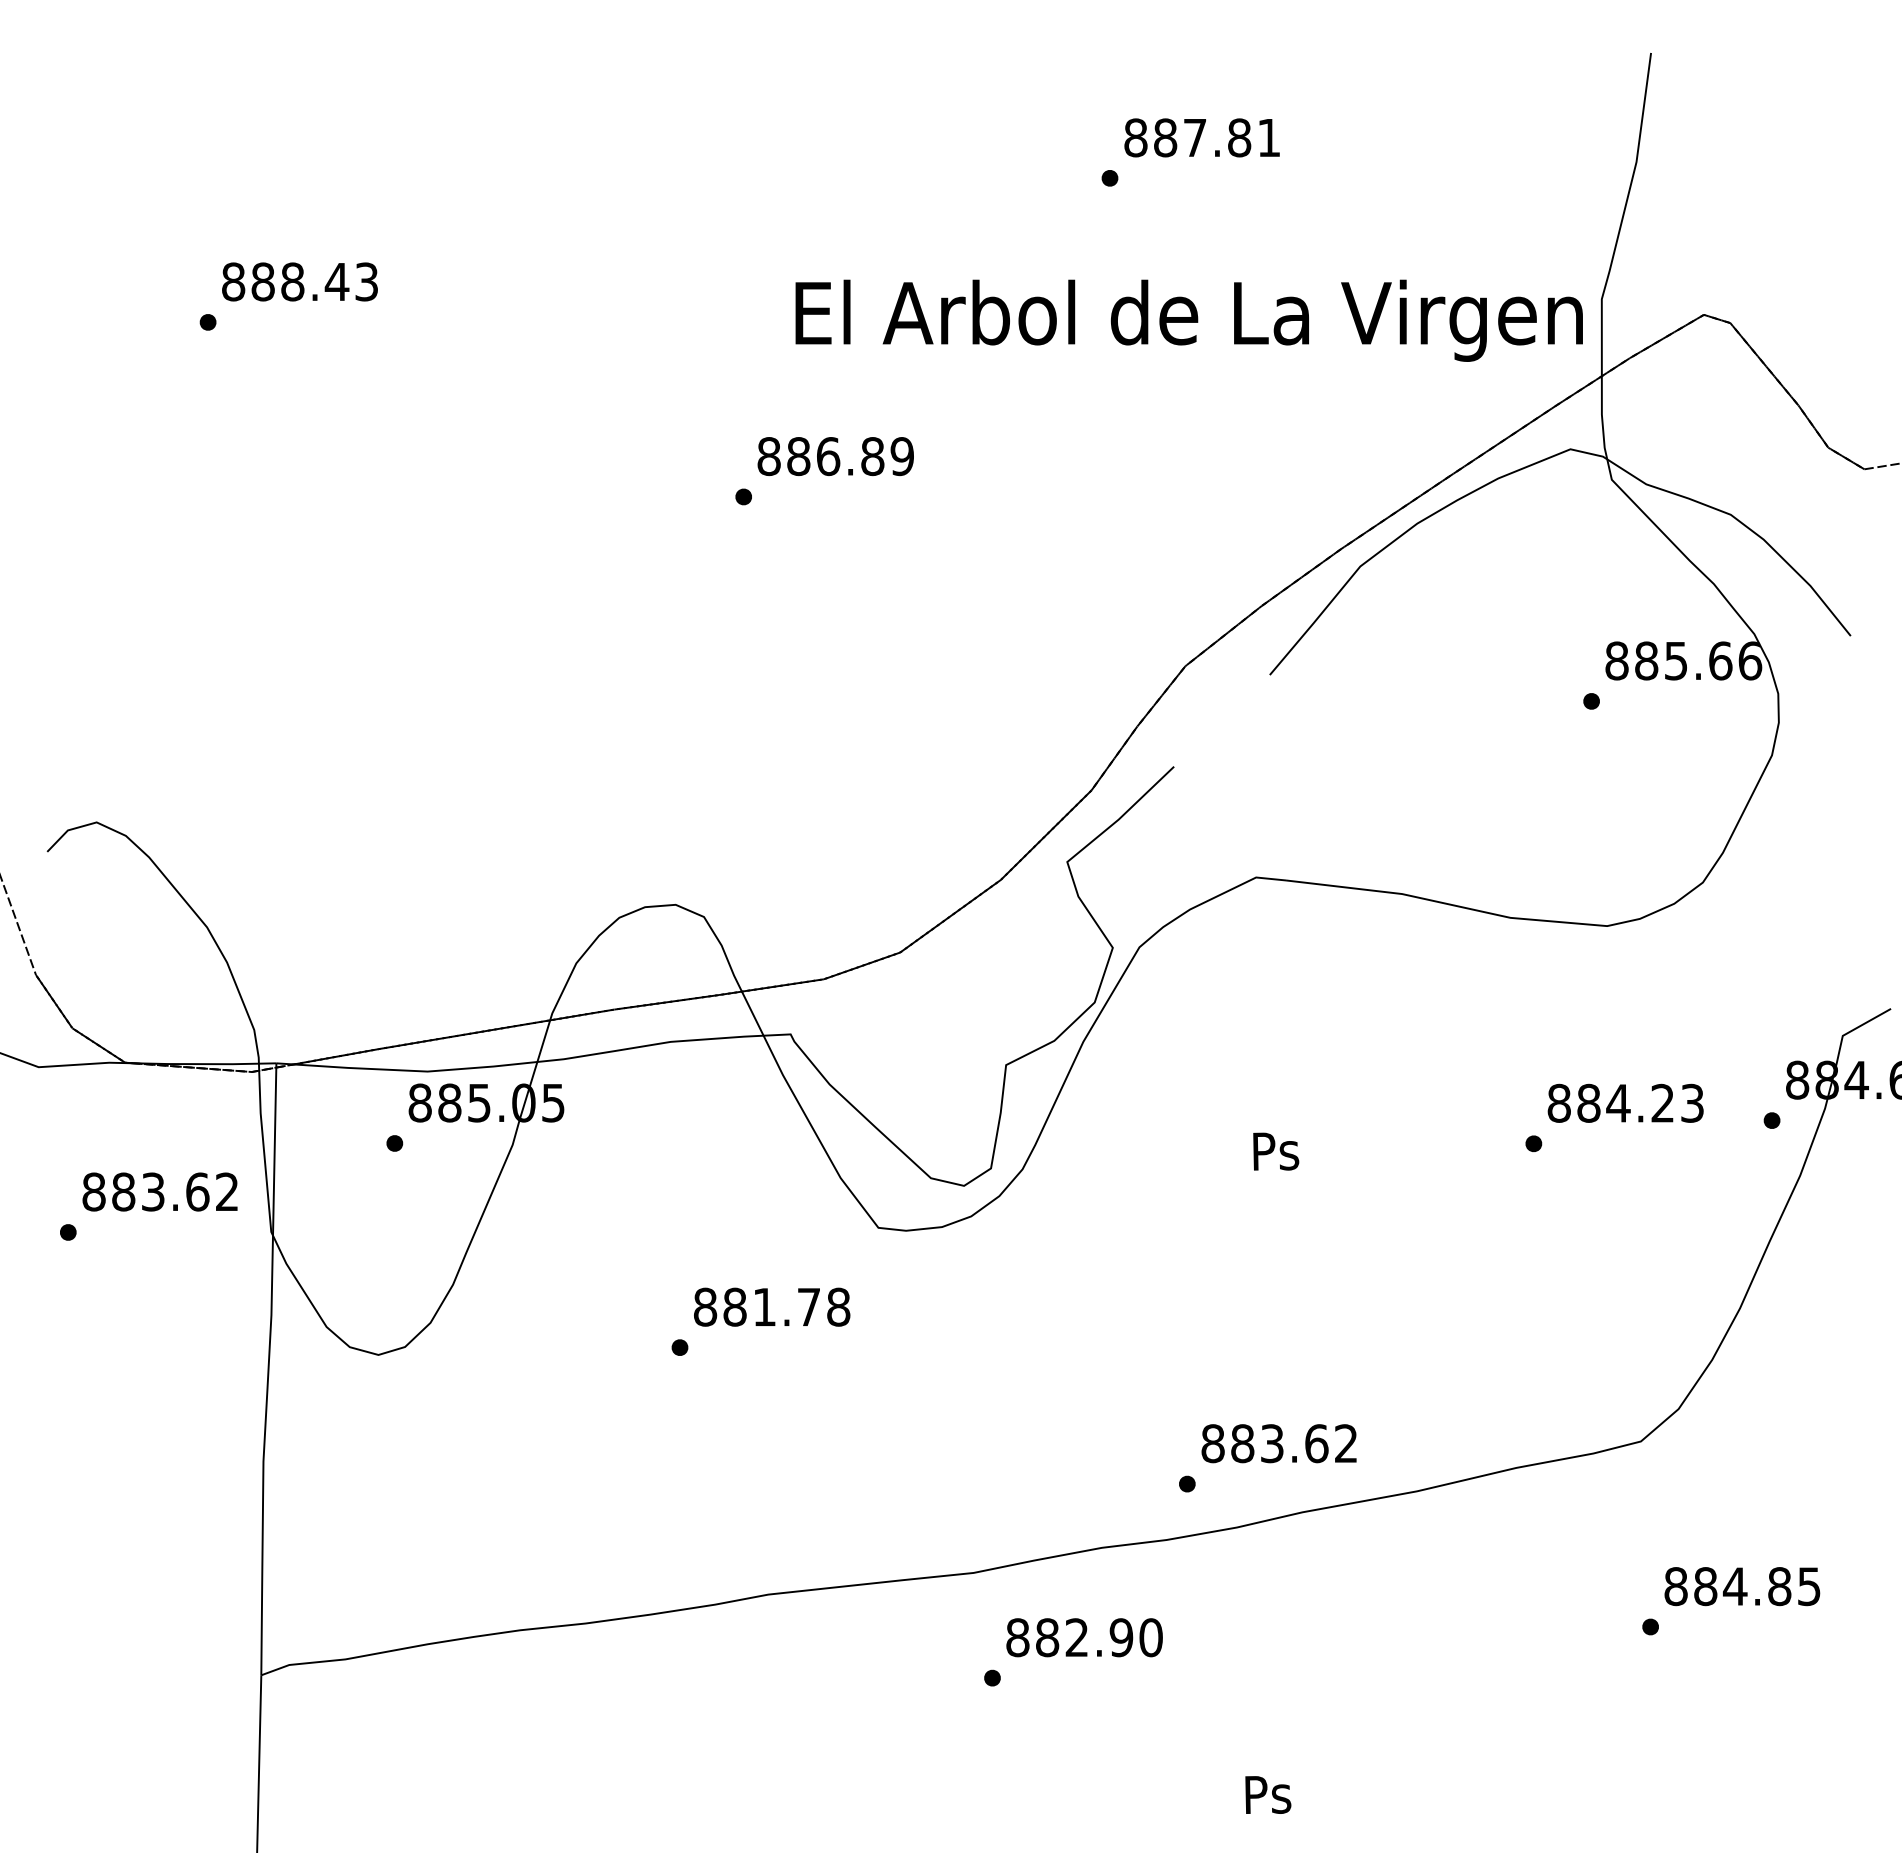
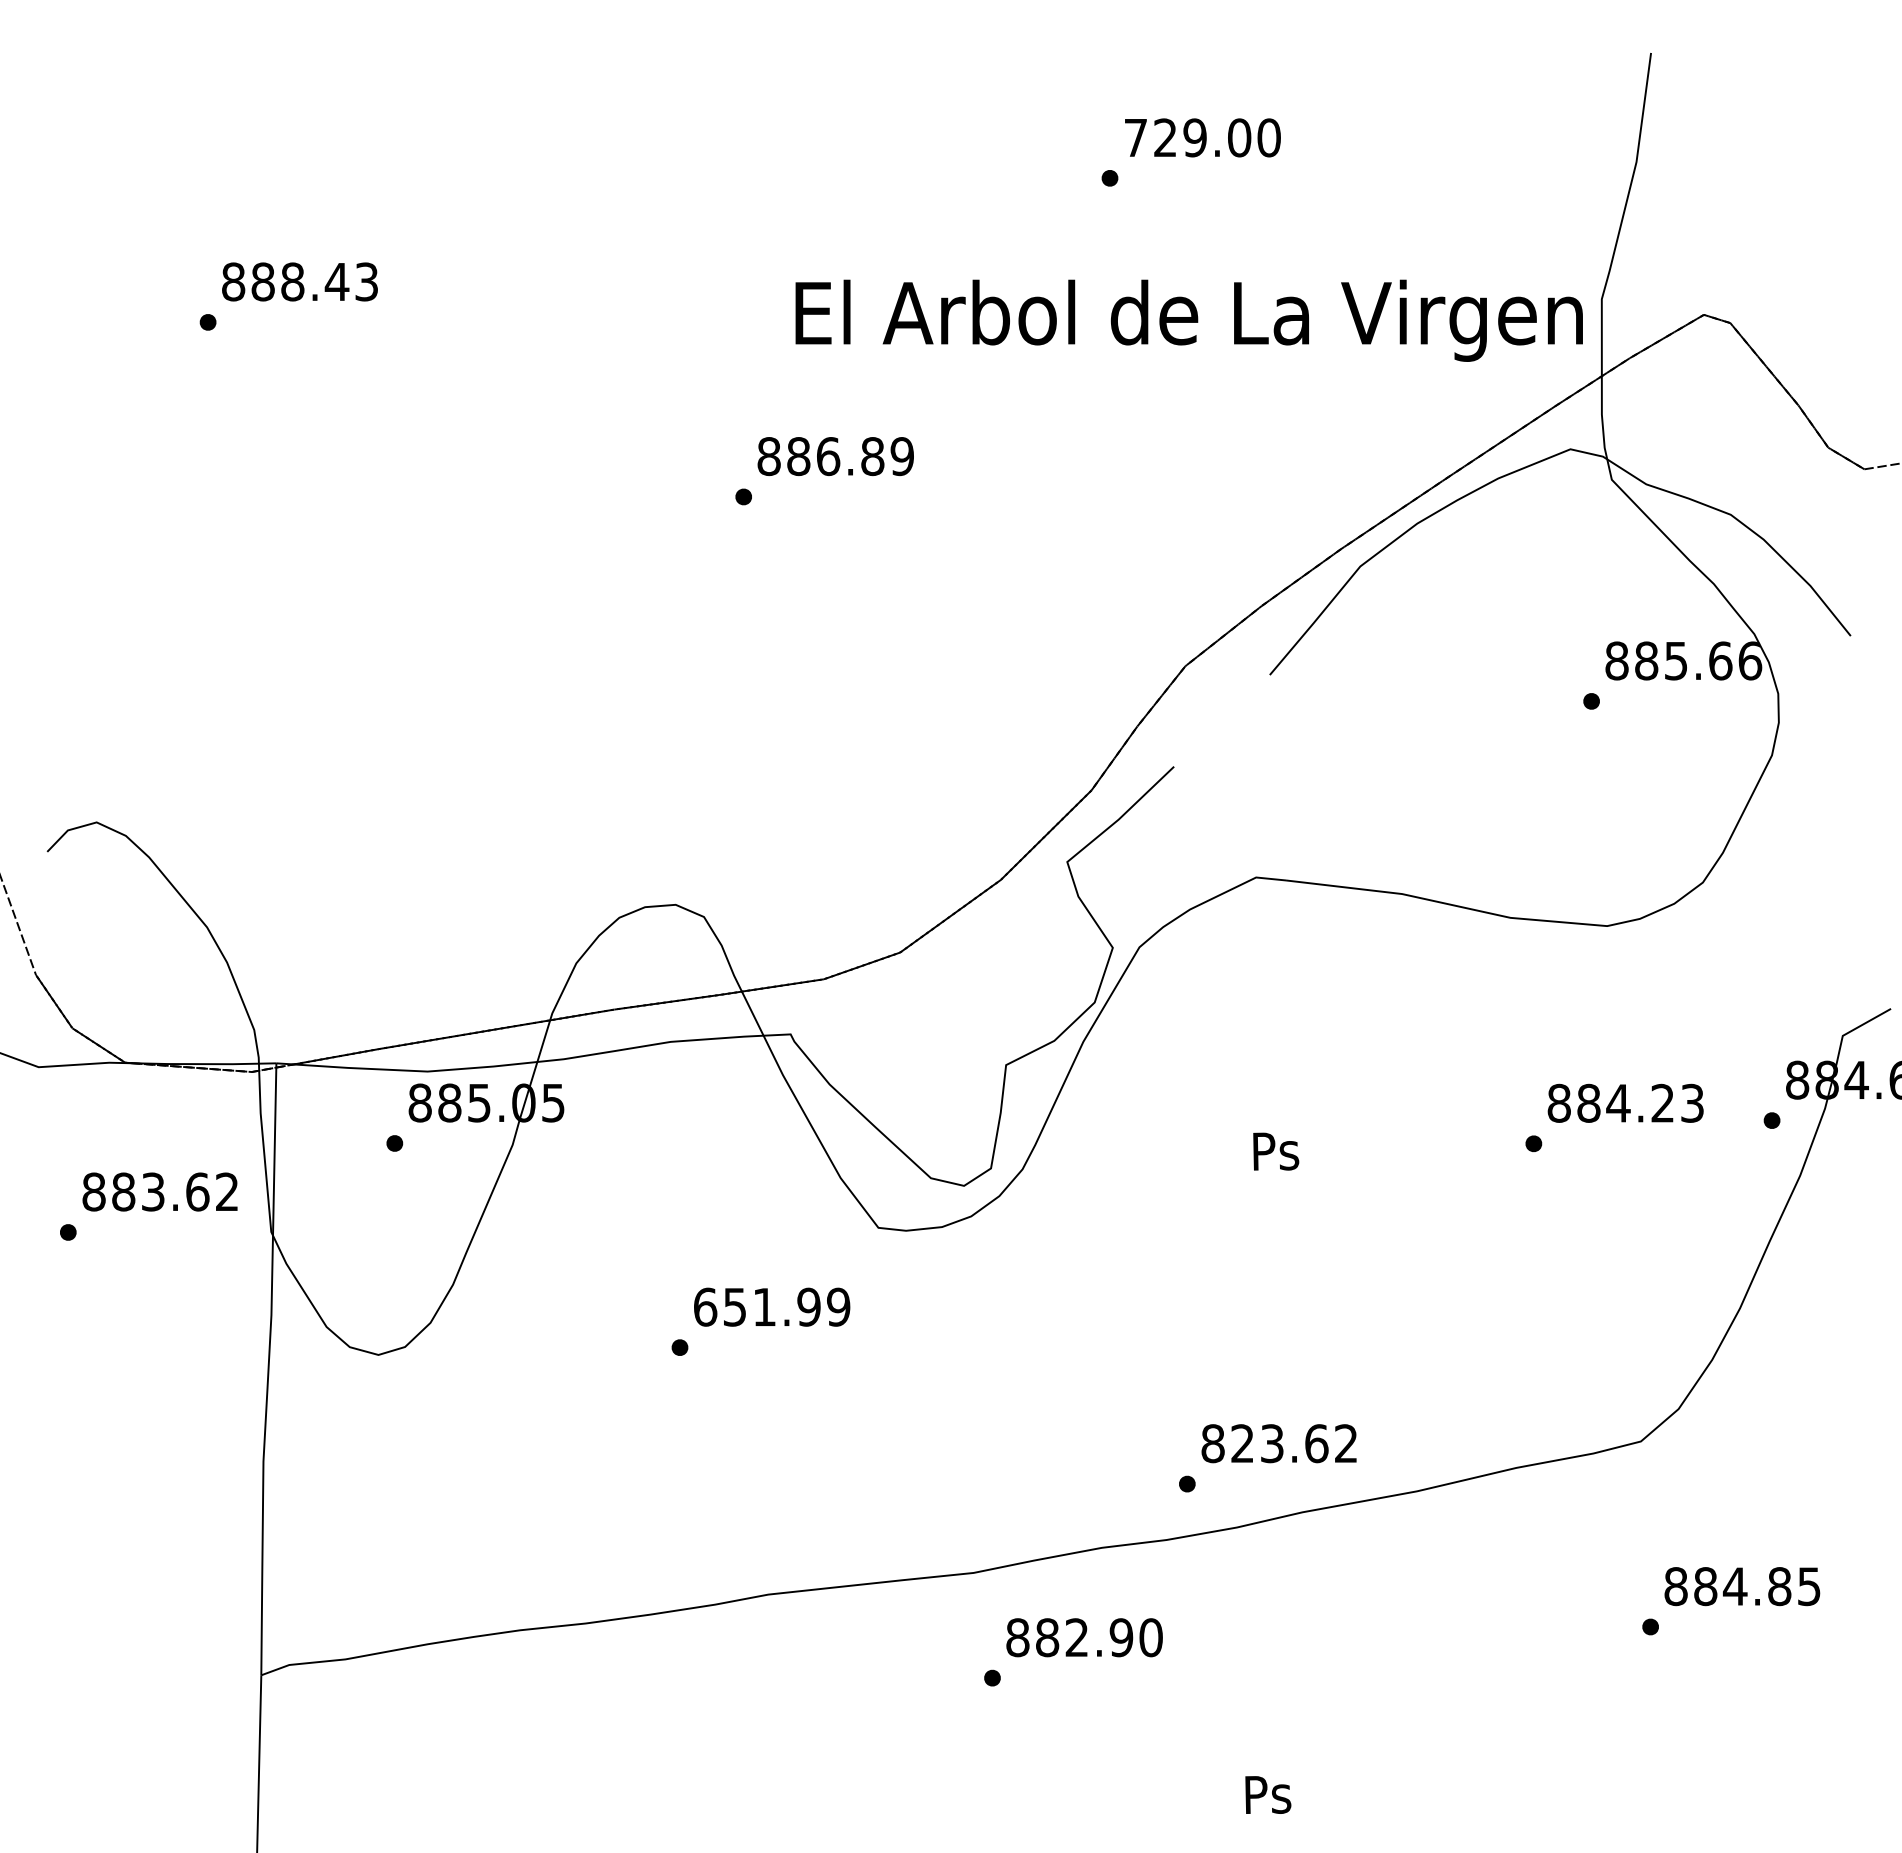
text at (1202, 137): 887.81 -> 729.00
text at (772, 1306): 881.78 -> 651.99
text at (1242, 1443): 883.62 -> 823.62
